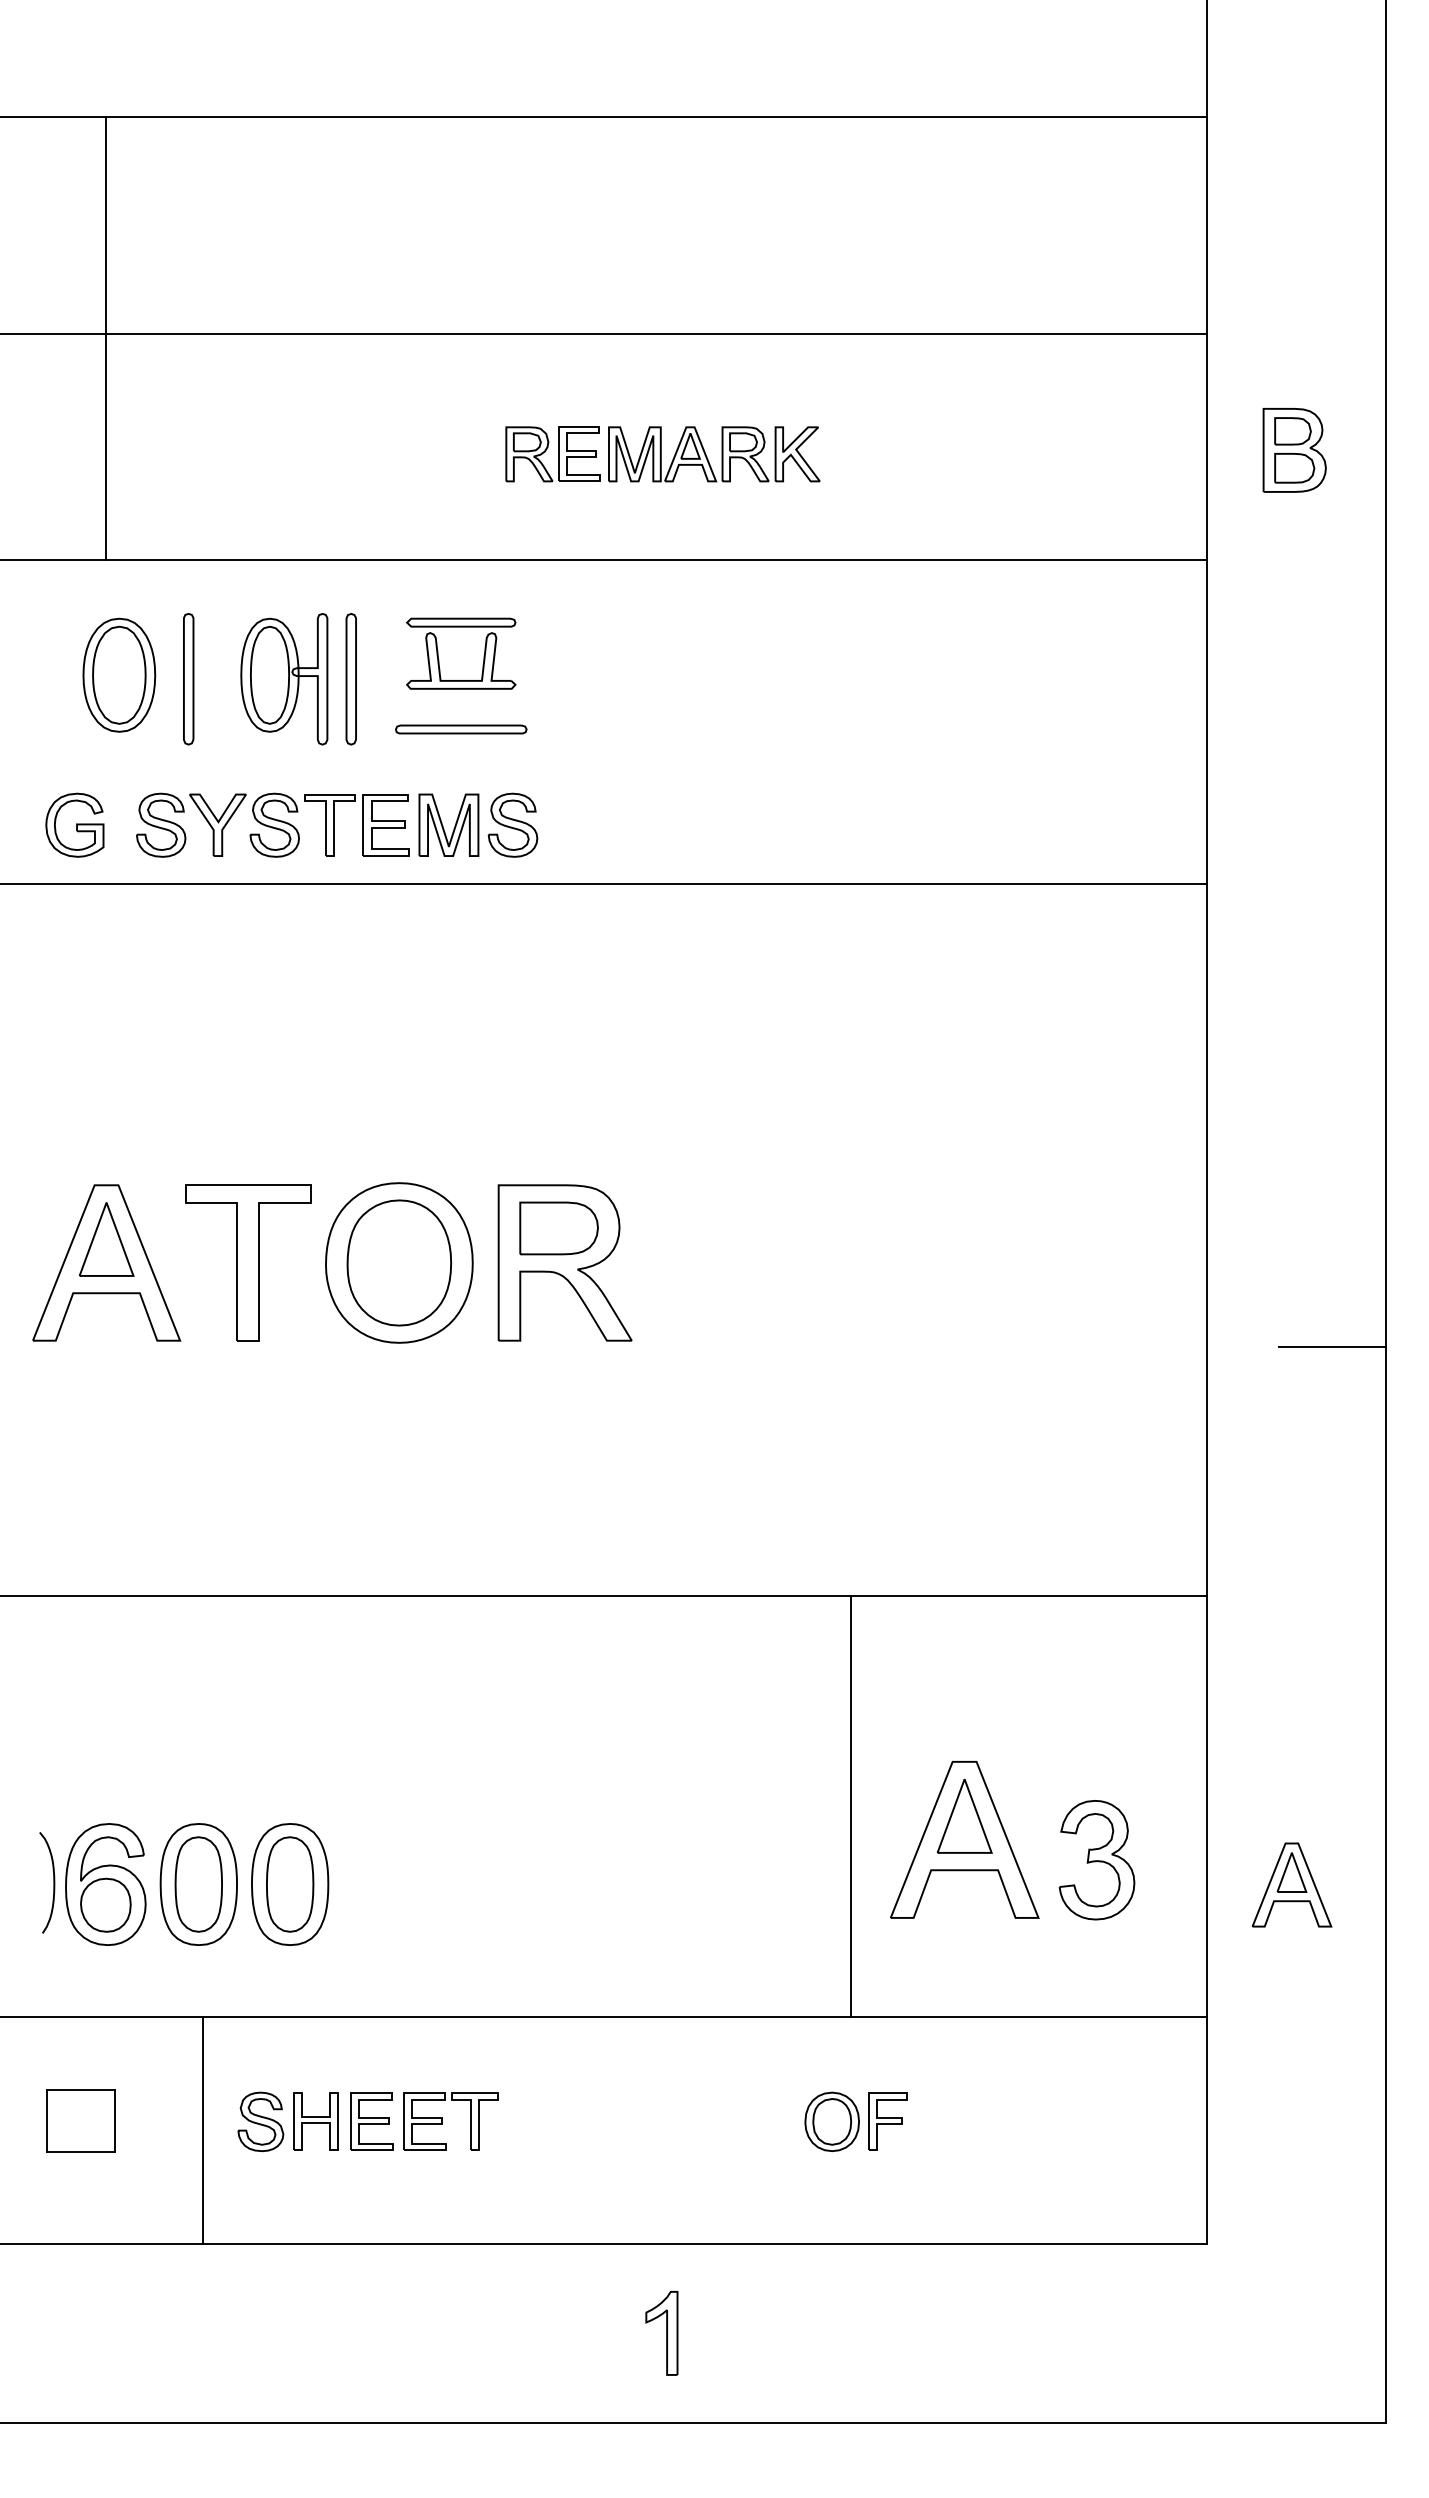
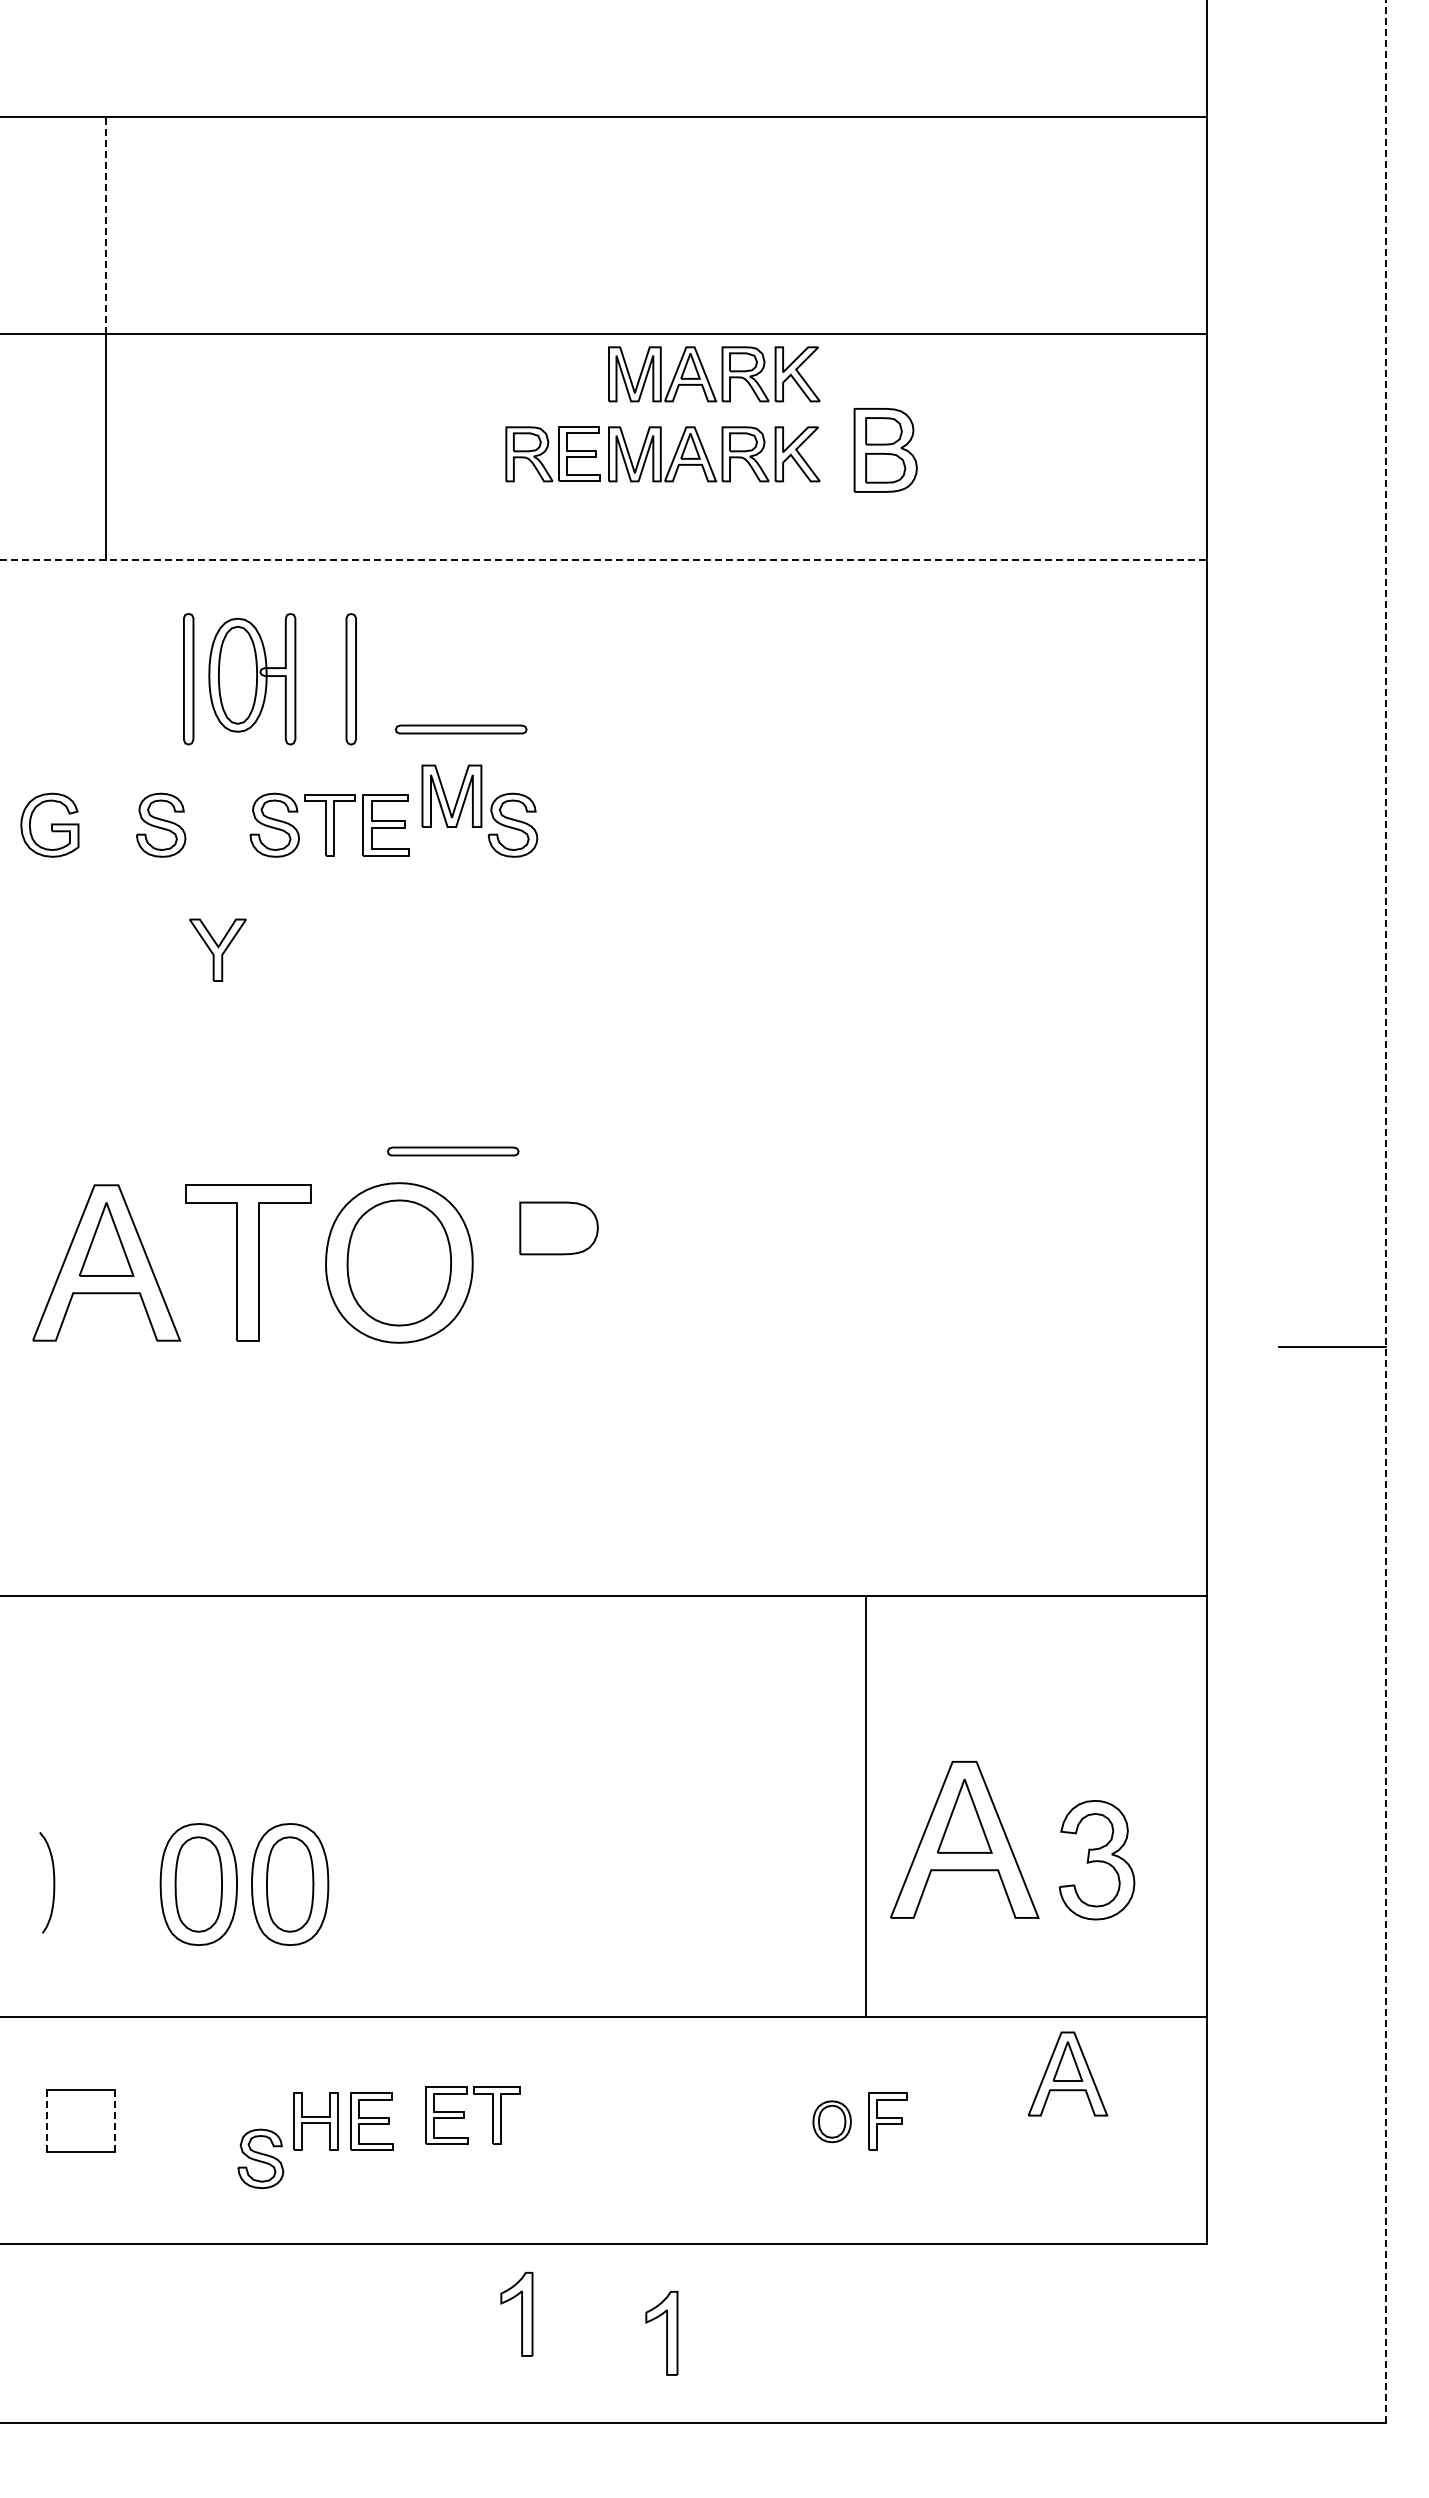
line at (106, 224): solid -> dashed
part at (721, 374): none -> present
part at (1294, 450) position: (1294, 450) -> (885, 450)
line at (603, 560): solid -> dashed
part at (483, 655): present -> none
part at (119, 674): present -> none
part at (284, 679) position: (284, 679) -> (252, 679)
part at (74, 824) position: (74, 824) -> (49, 824)
part at (217, 824) position: (217, 824) -> (217, 949)
part at (448, 824) position: (448, 824) -> (451, 795)
line at (604, 884): present -> none
part at (453, 1151): none -> present
line at (1386, 1212): solid -> dashed
part at (564, 1262): present -> none
line at (850, 1806) position: (850, 1806) -> (865, 1806)
part at (105, 1884): present -> none
part at (1292, 1884) position: (1292, 1884) -> (1068, 2073)
line at (47, 2120): solid -> dashed
line at (115, 2120): solid -> dashed
part at (260, 2121) position: (260, 2121) -> (260, 2158)
part at (442, 2121) position: (442, 2121) -> (464, 2115)
part at (831, 2121) size: 56x61 px -> 40x44 px
line at (203, 2130): present -> none
part at (516, 2314): none -> present
